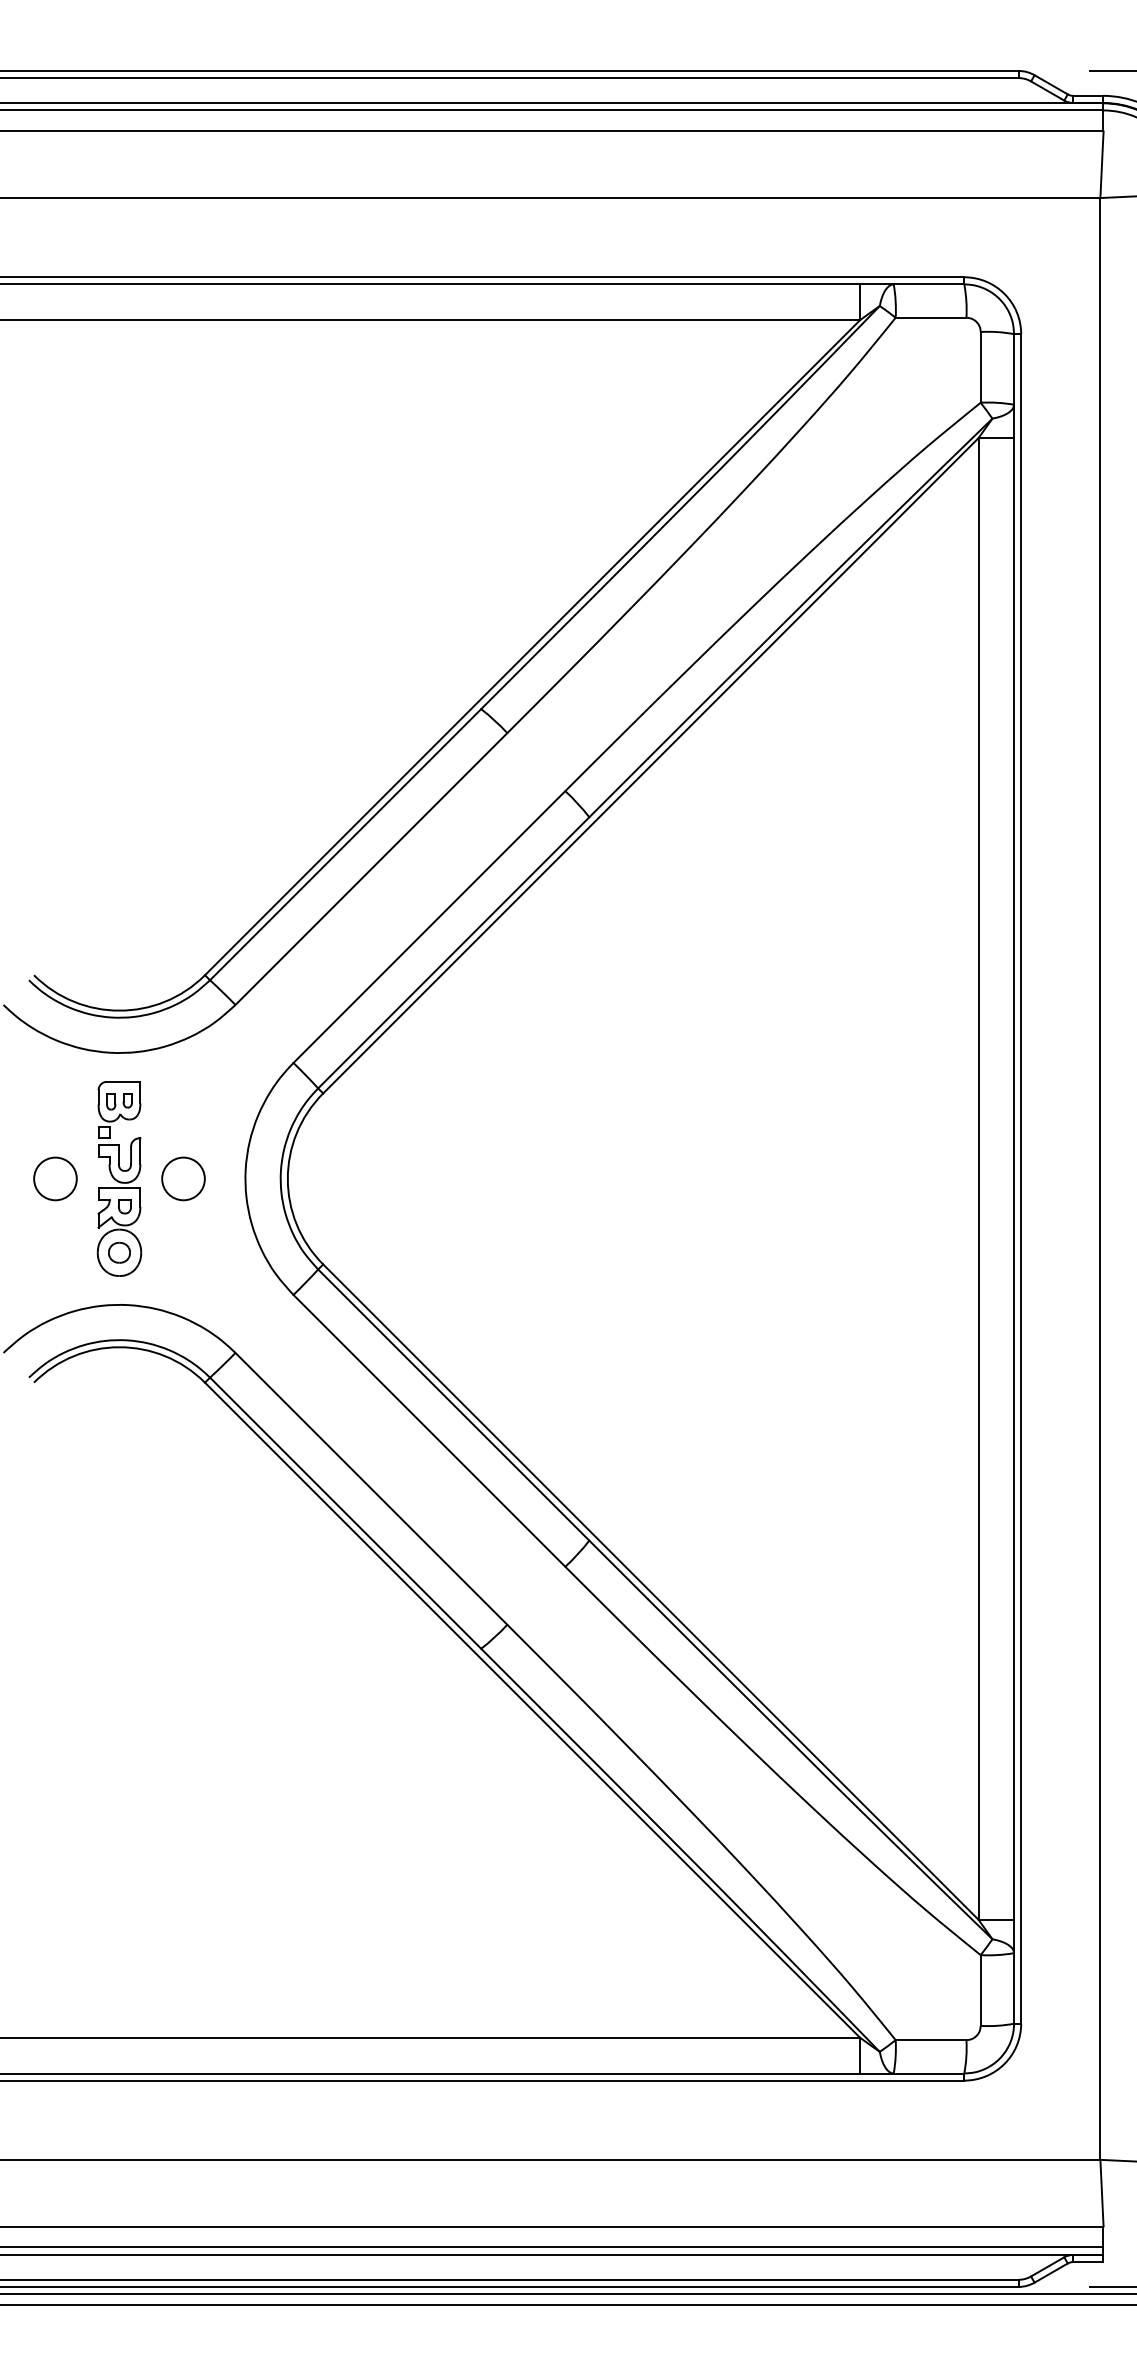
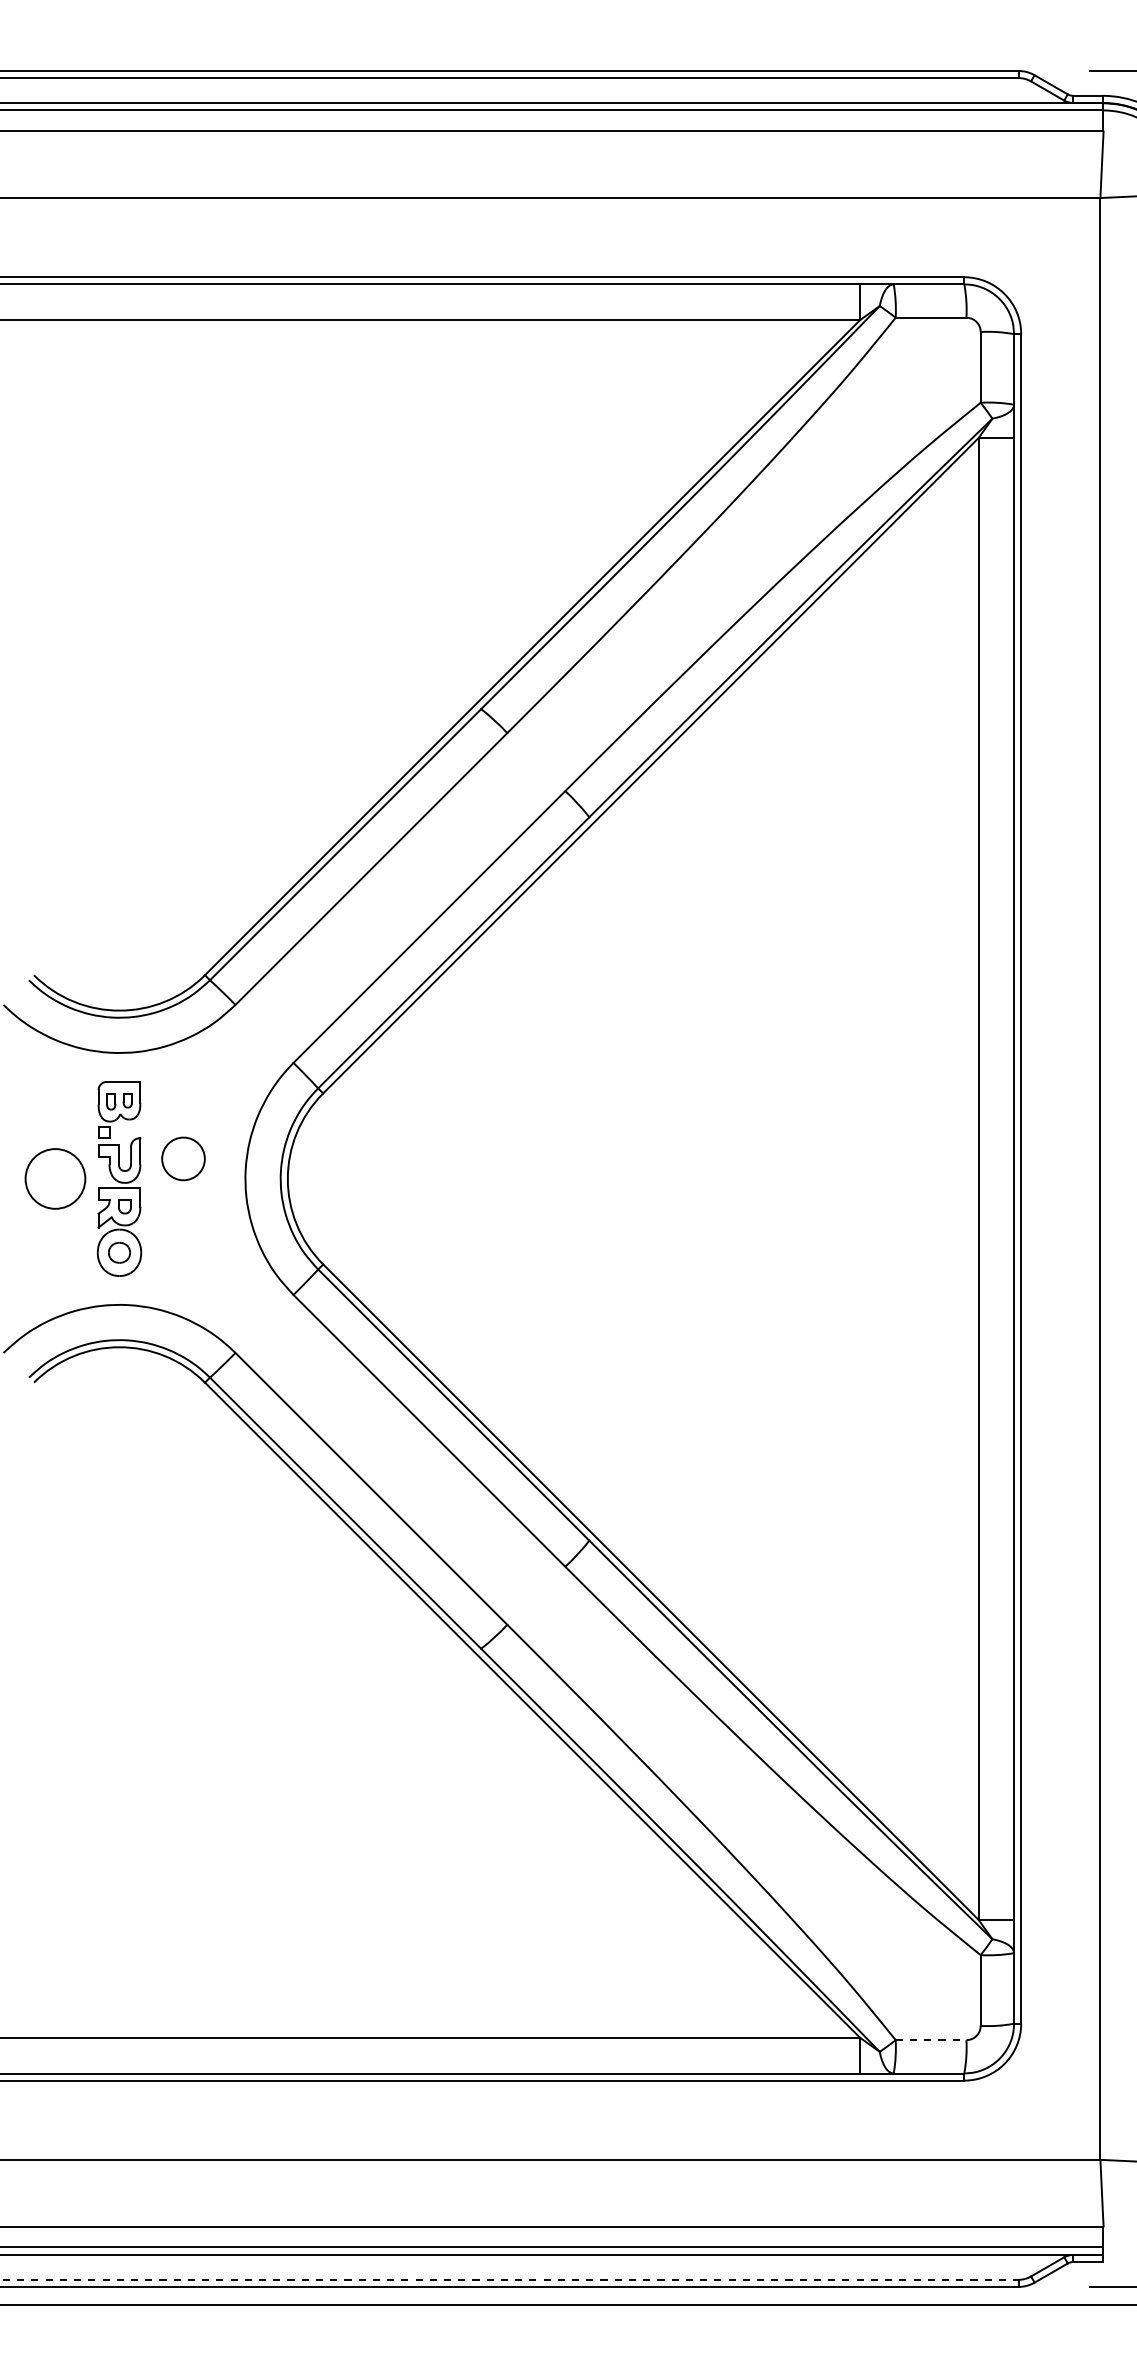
circle at (55, 1178) diameter: 43 px -> 60 px
circle at (183, 1178) position: (183, 1178) -> (183, 1158)
line at (931, 2040): solid -> dashed
line at (509, 2279): solid -> dashed
line at (567, 2294): present -> none
